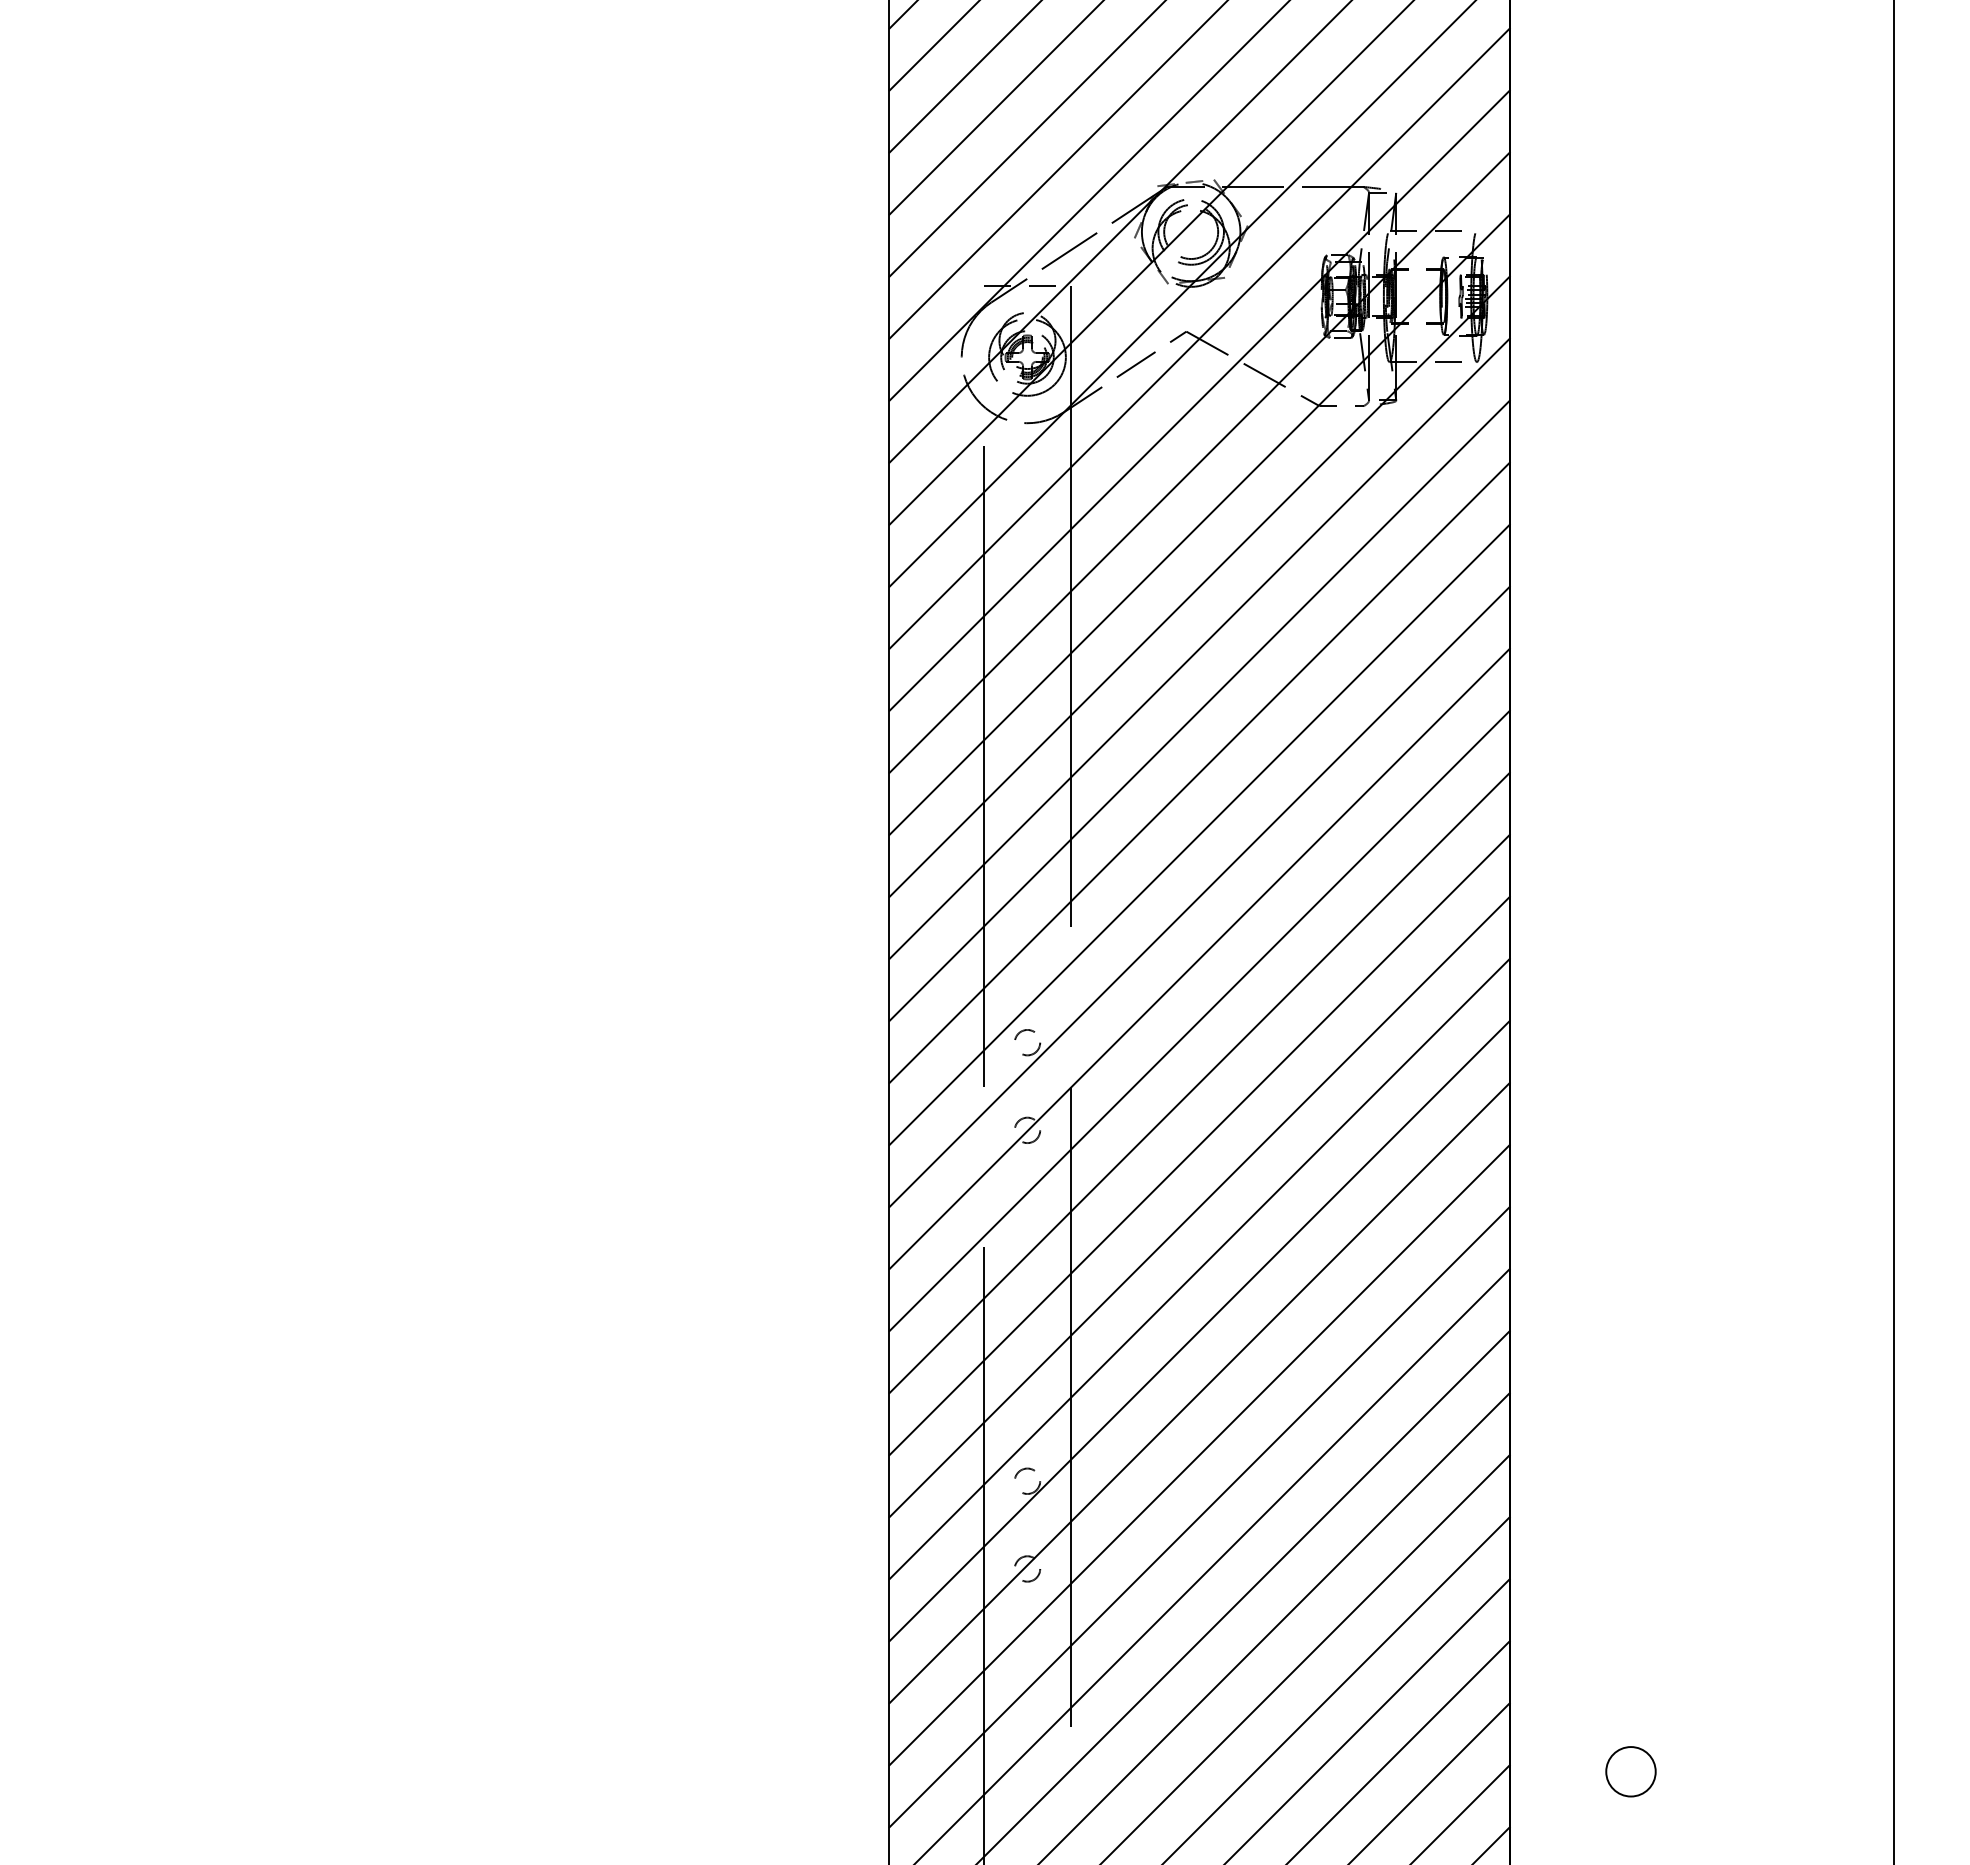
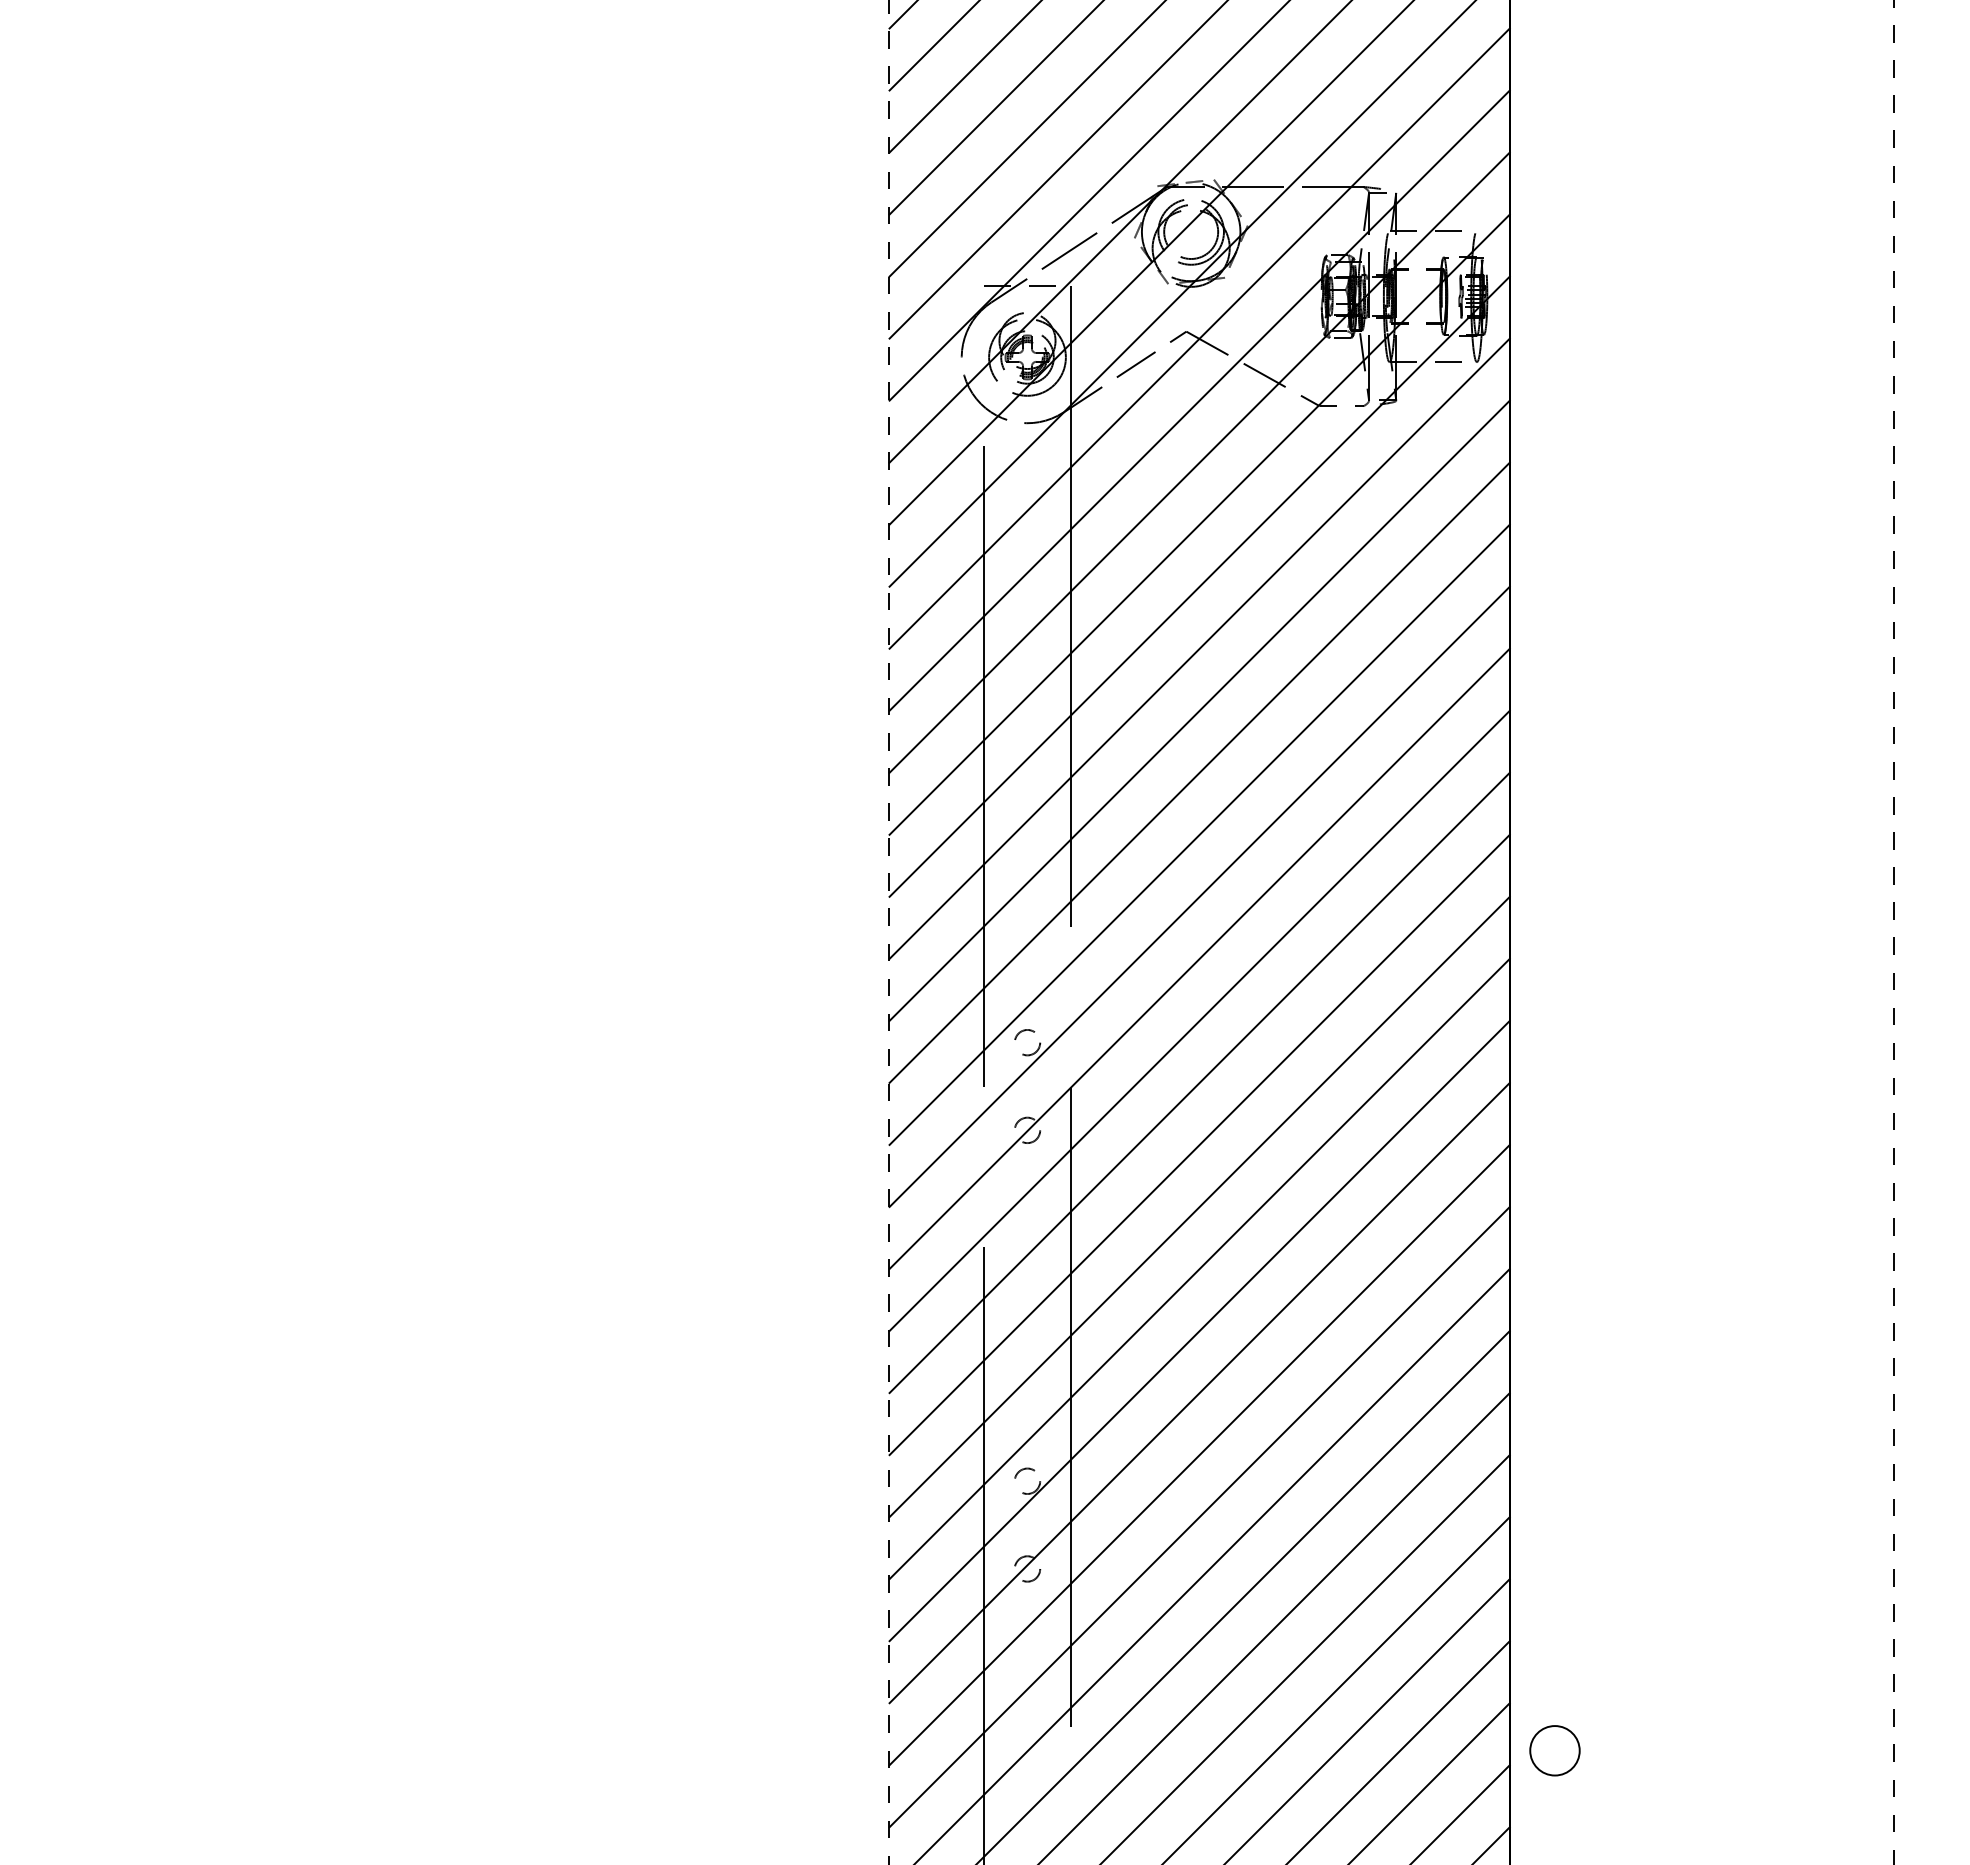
line at (888, 932): solid -> dashed
line at (1894, 932): solid -> dashed
circle at (1630, 1771) position: (1630, 1771) -> (1554, 1750)
